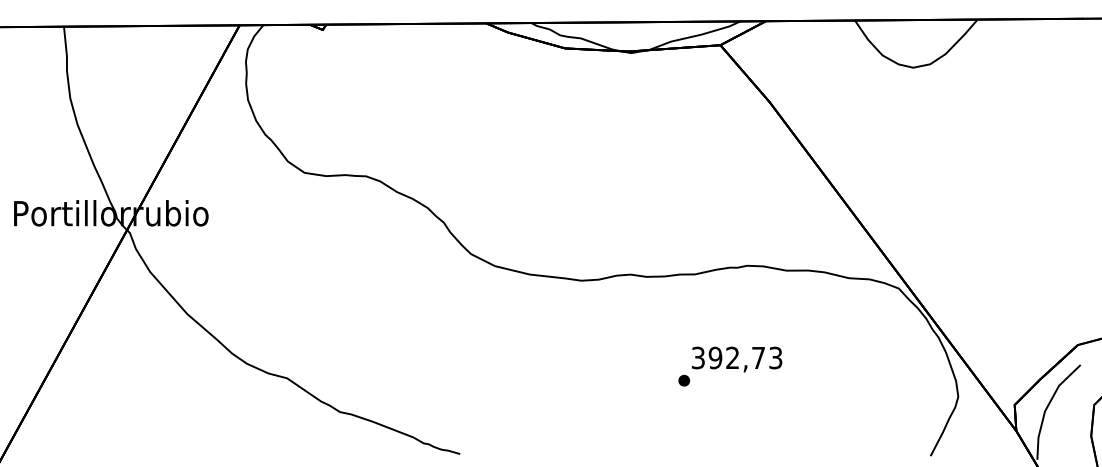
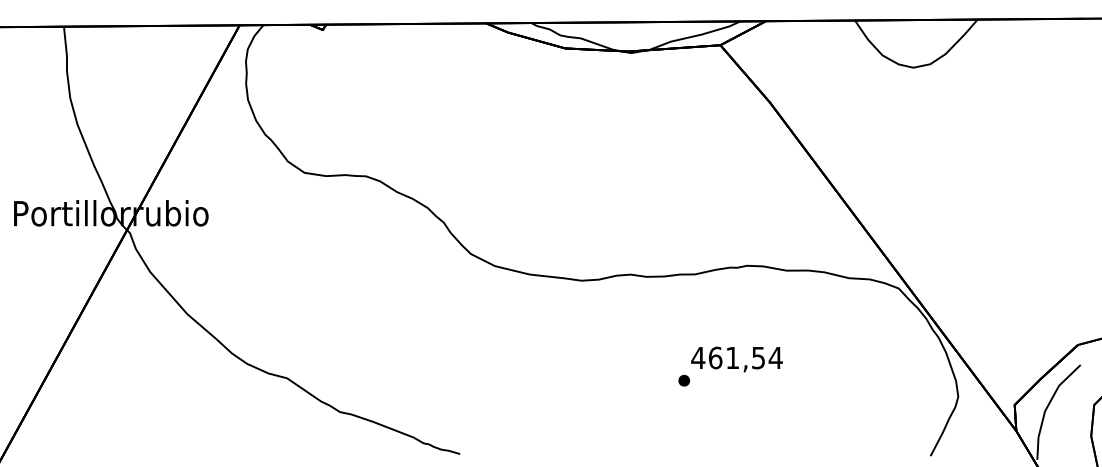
text at (736, 357): 392,73 -> 461,54
